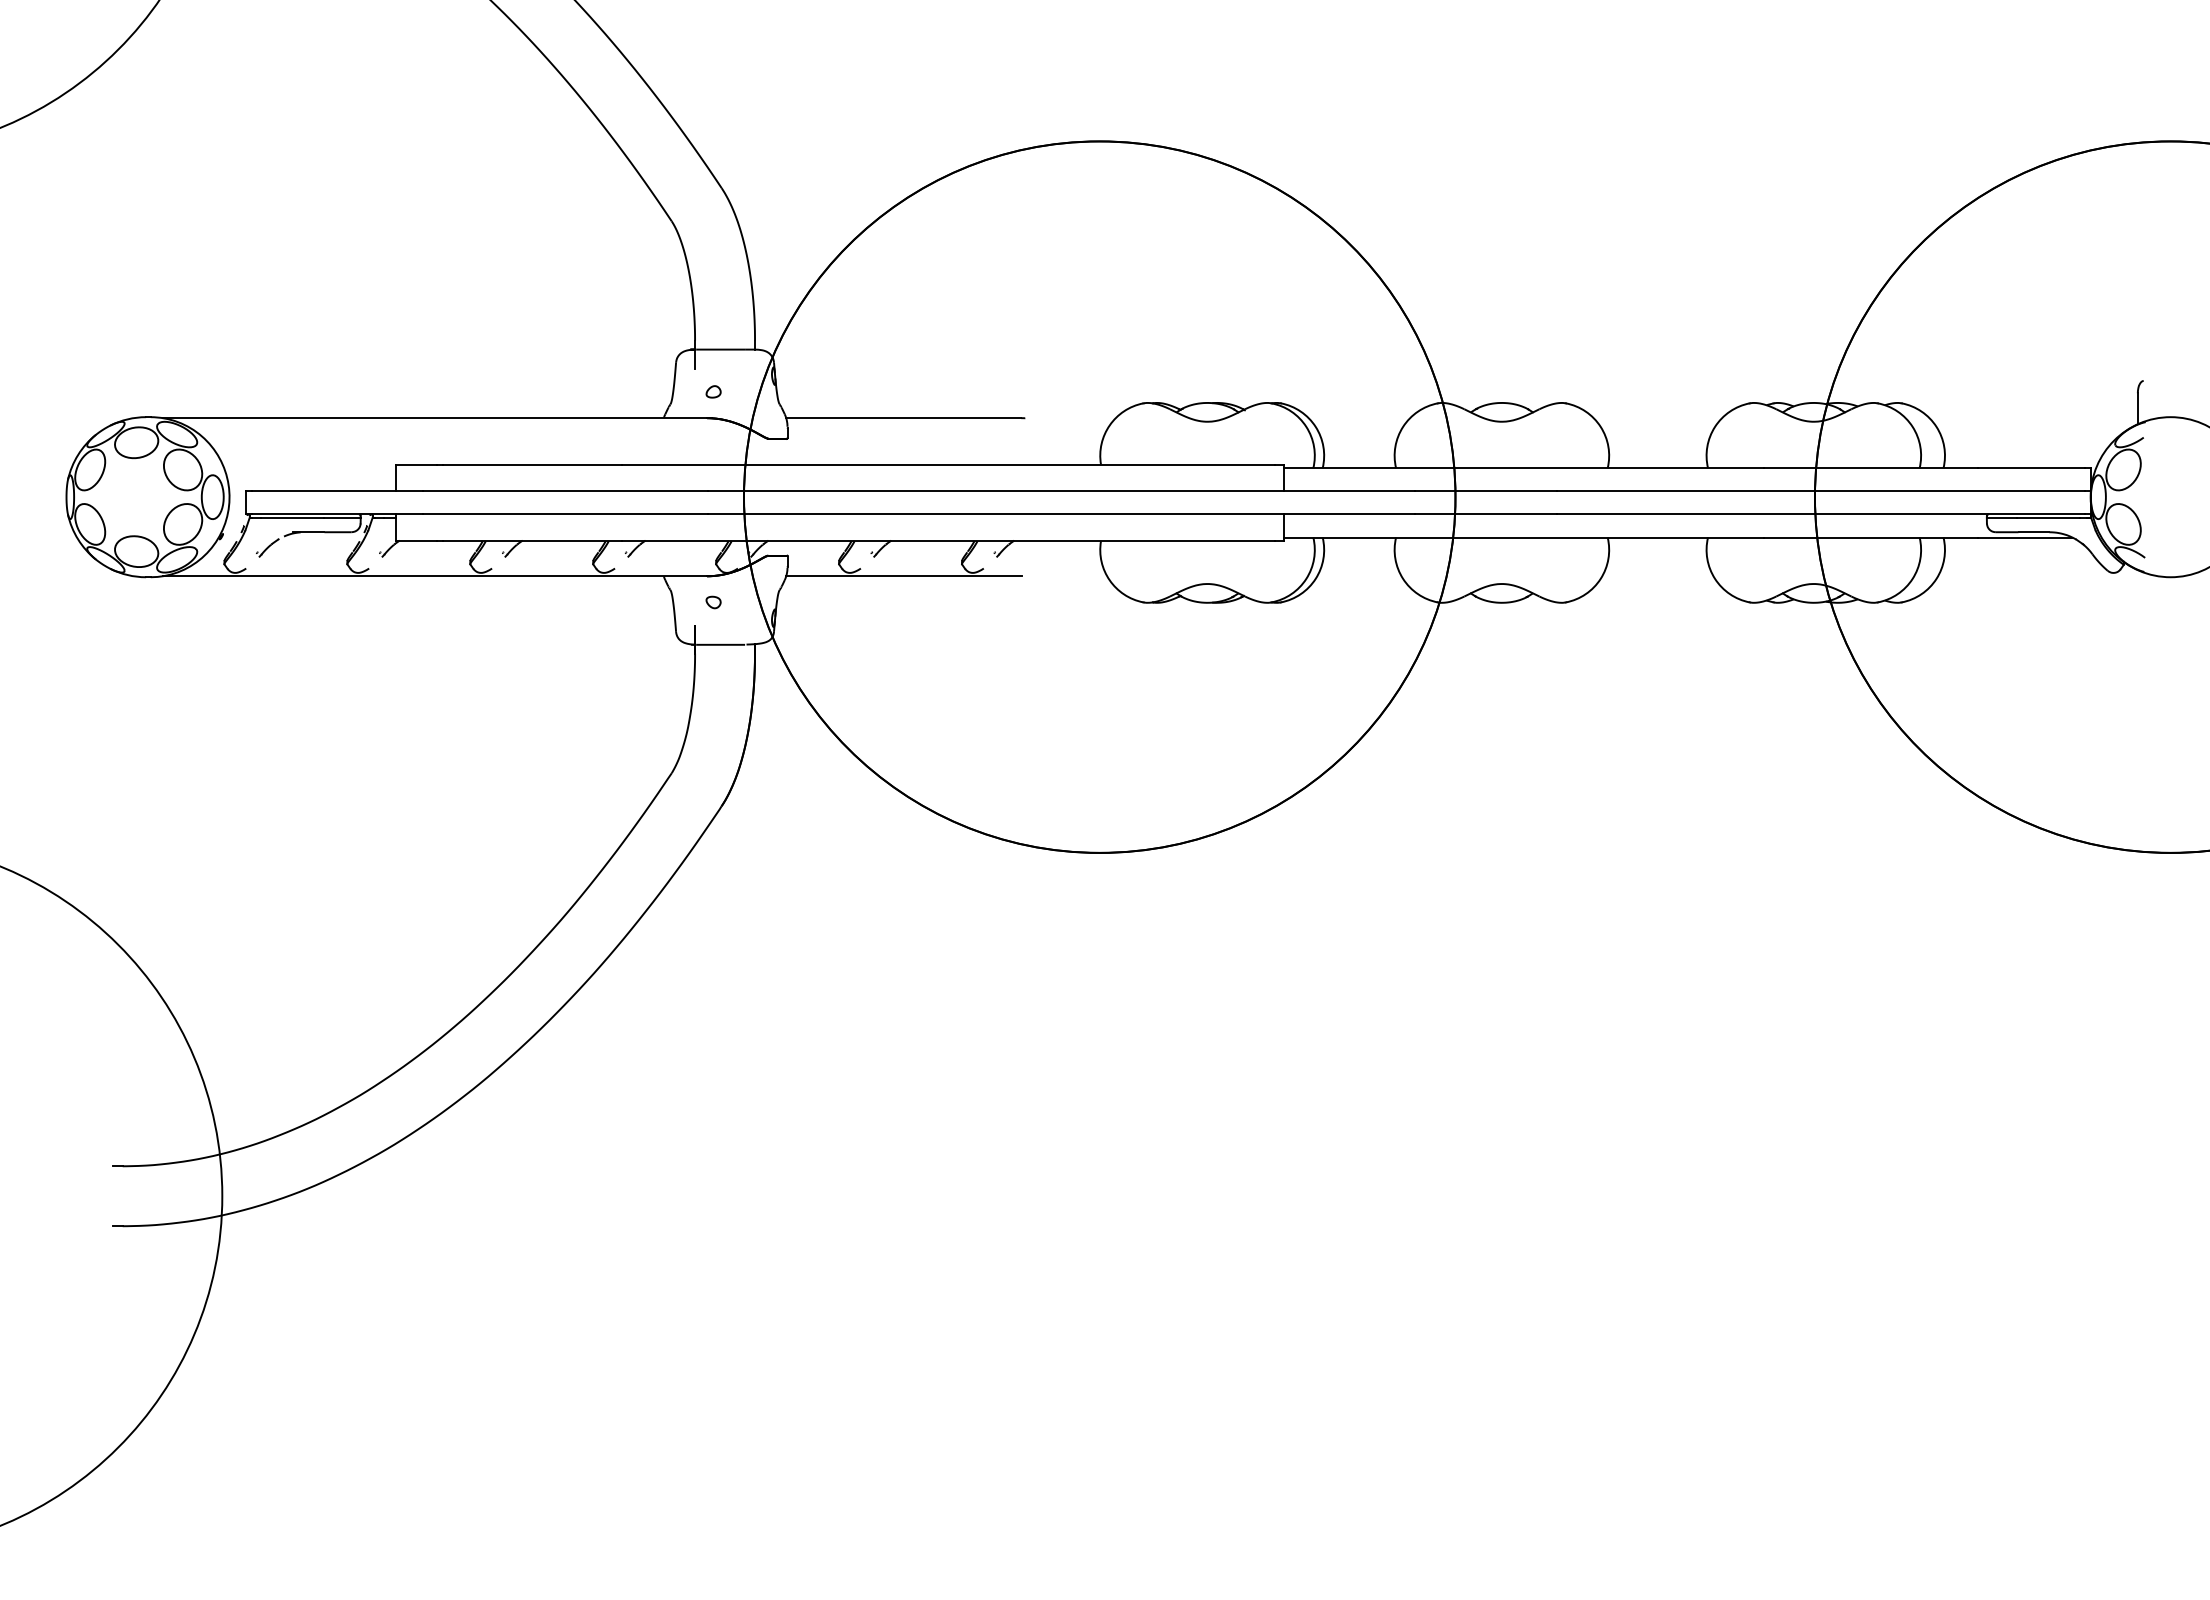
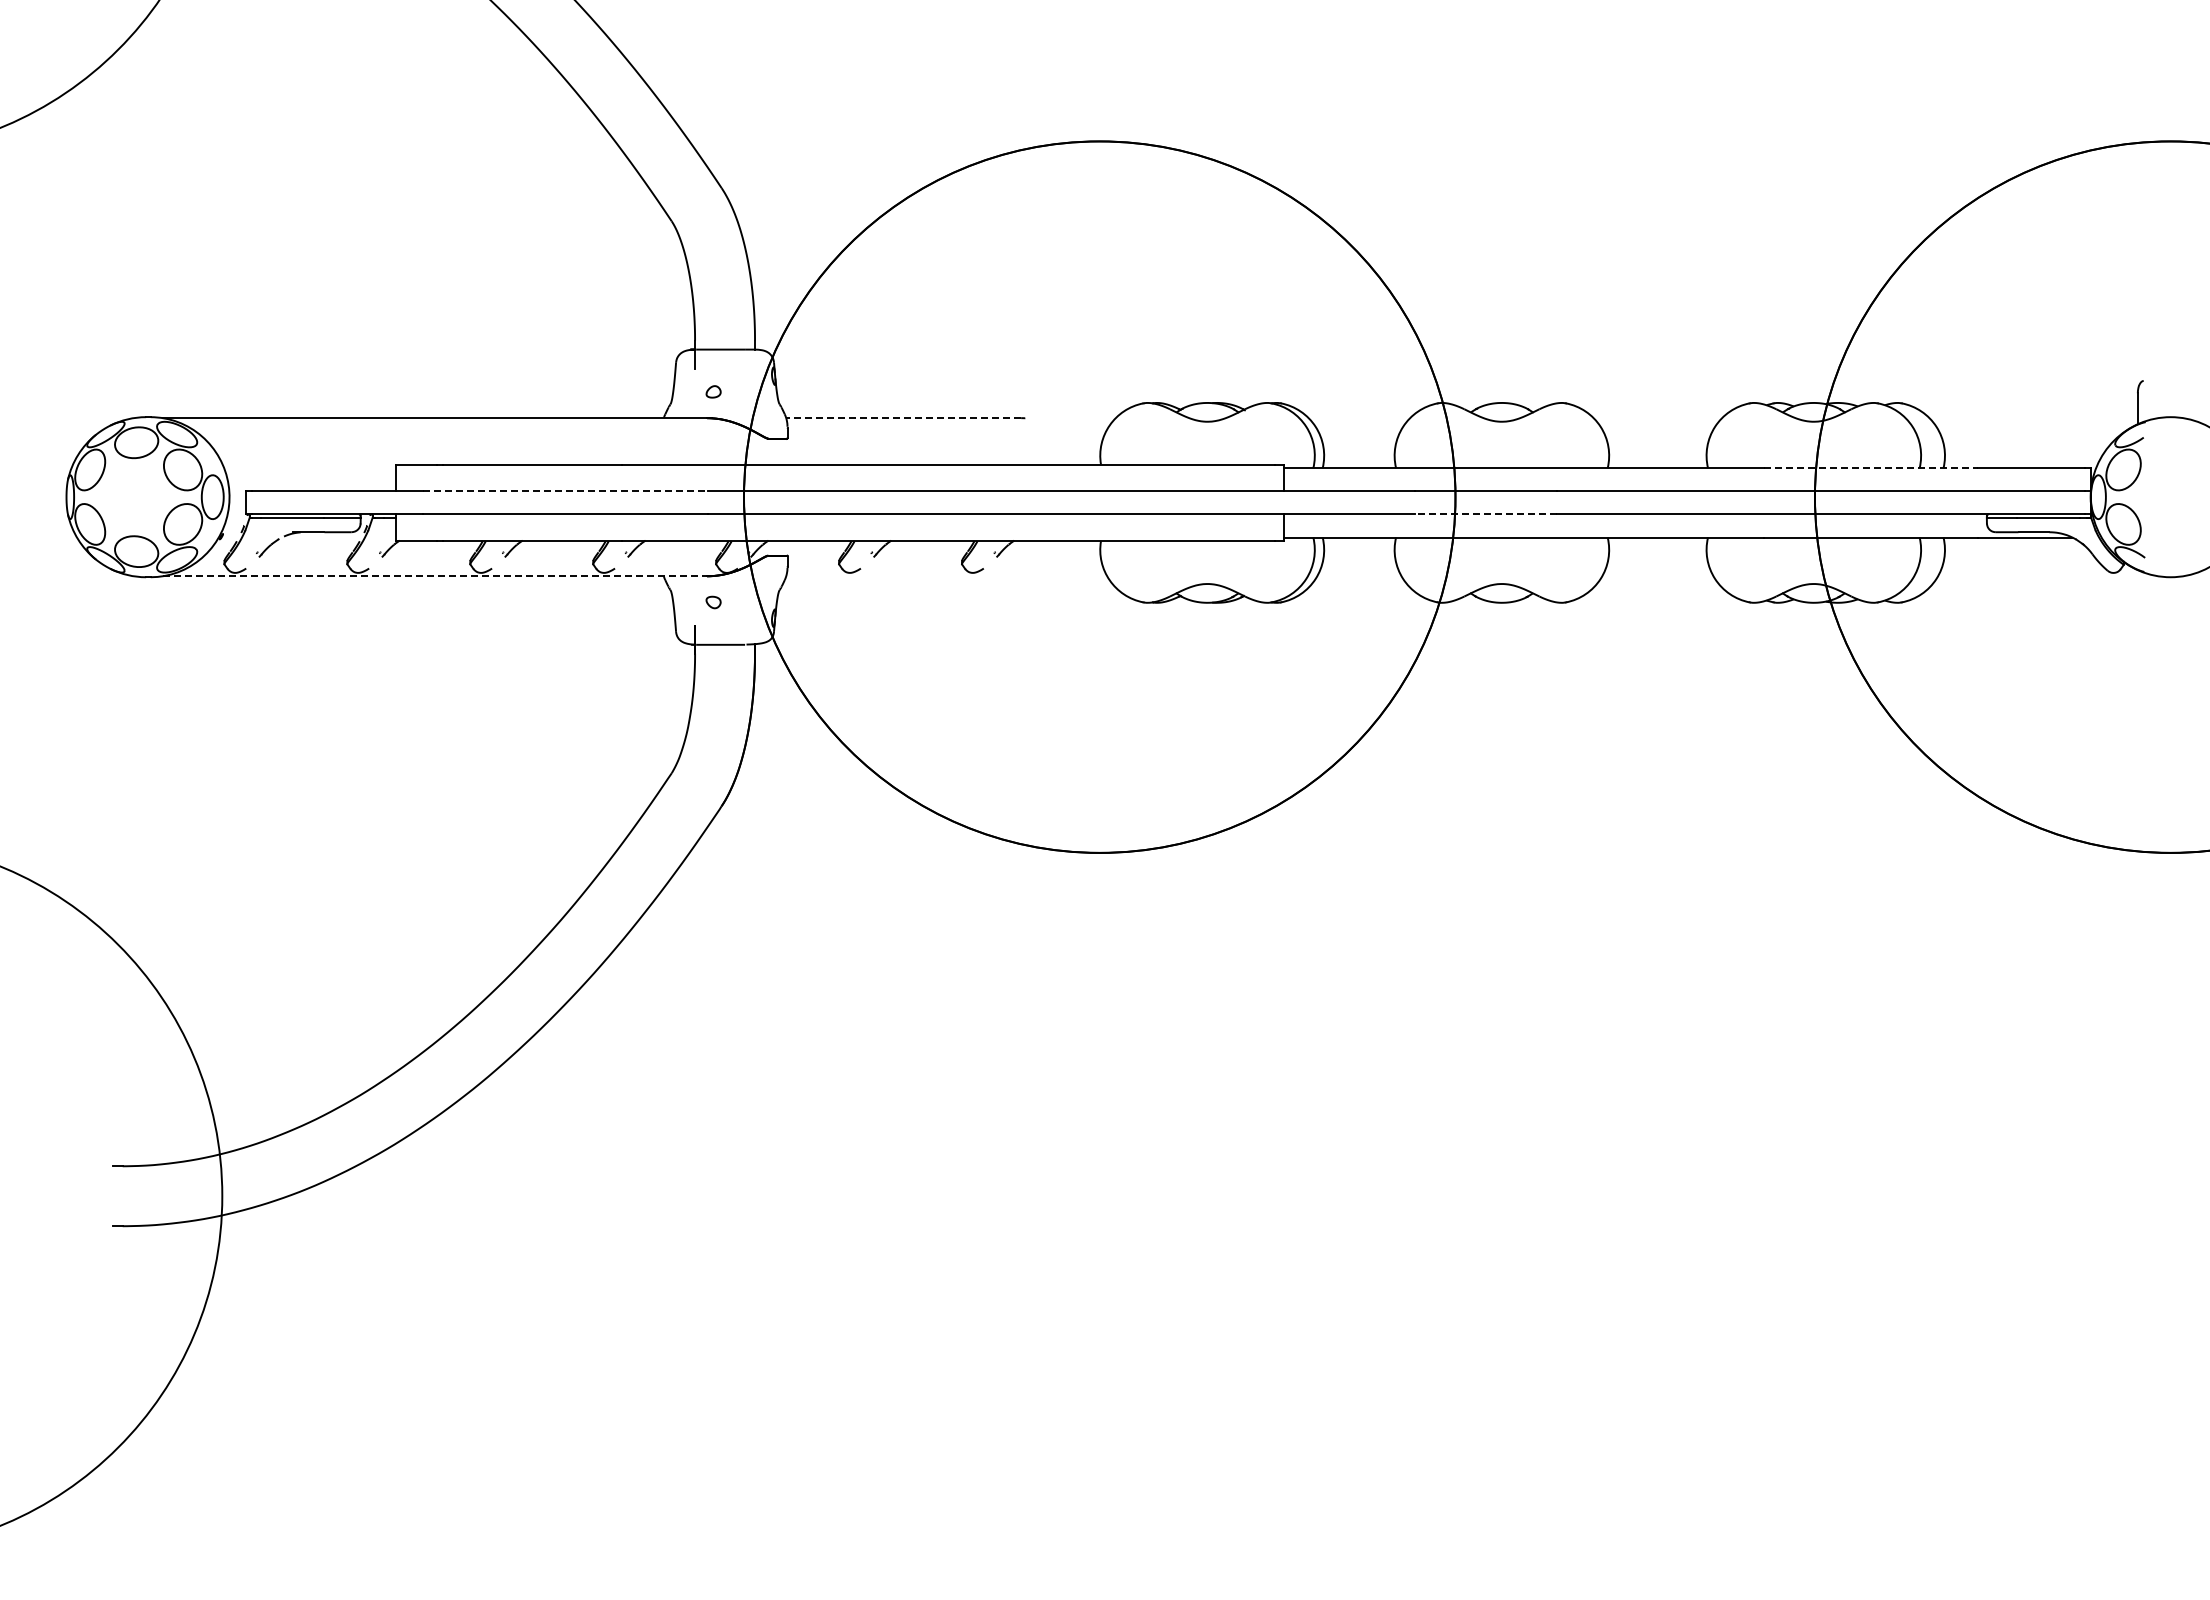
line at (903, 418): solid -> dashed
line at (1870, 468): solid -> dashed
line at (565, 491): solid -> dashed
line at (1485, 514): solid -> dashed
line at (437, 576): solid -> dashed
line at (903, 576): present -> none
